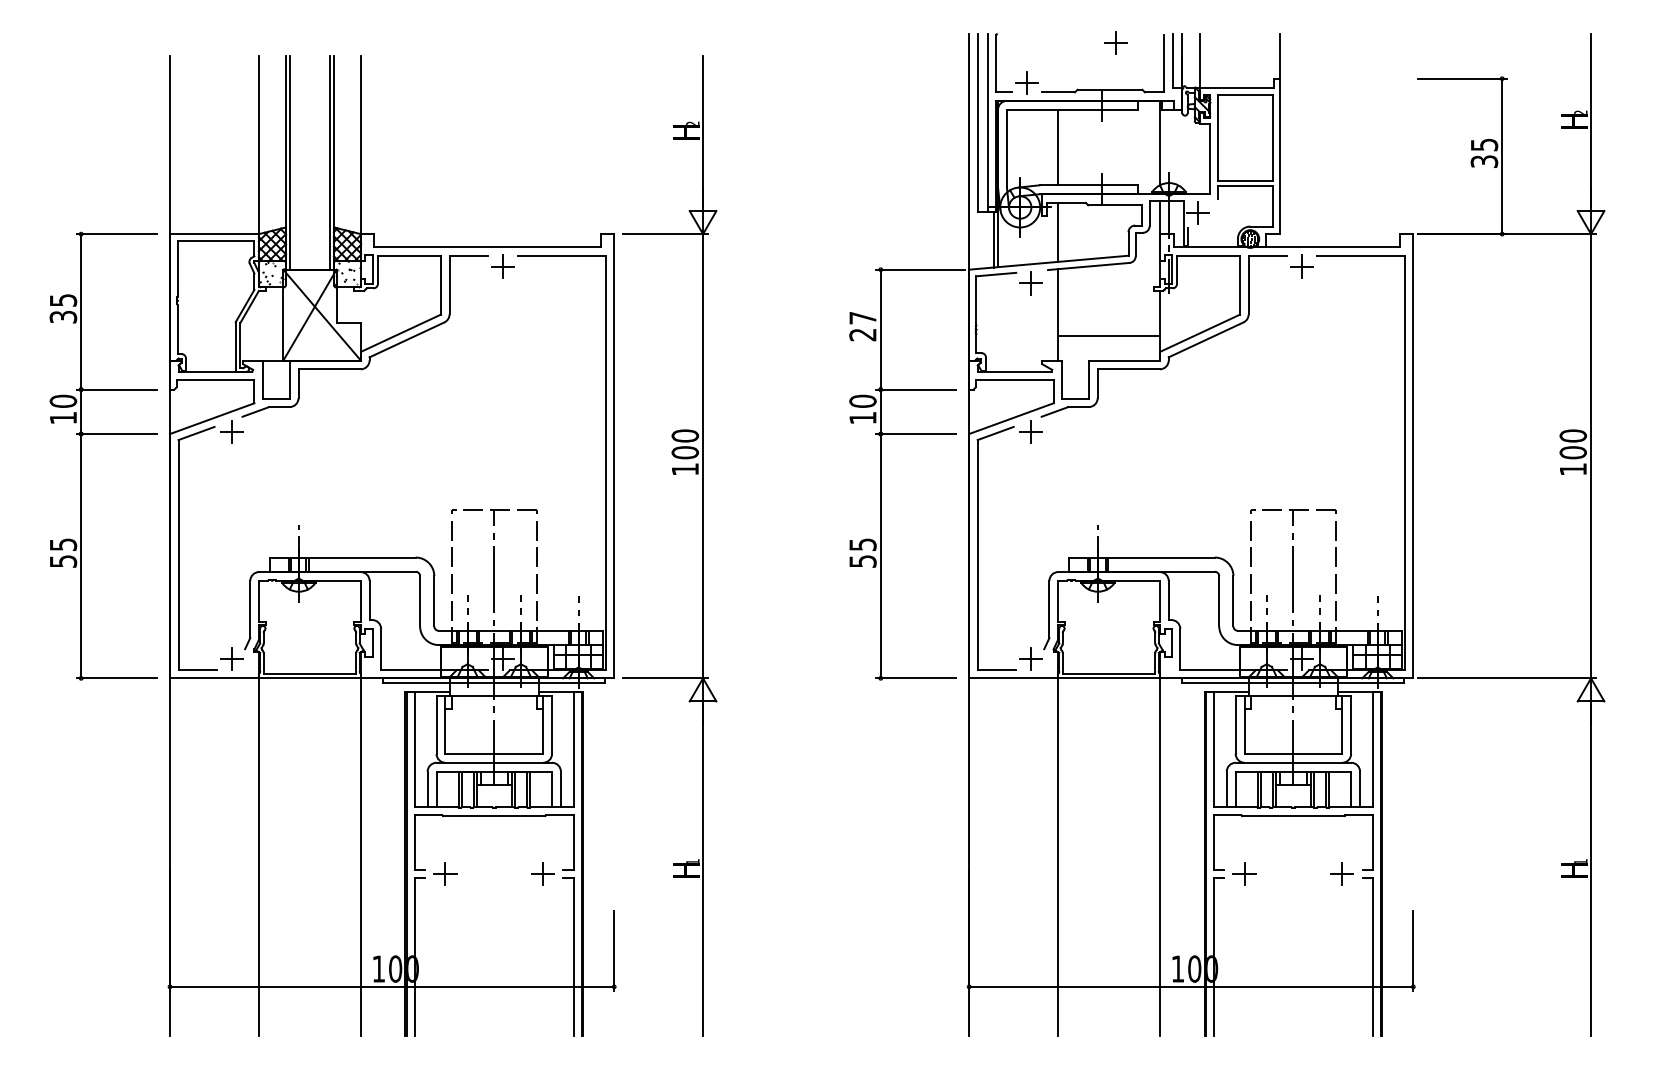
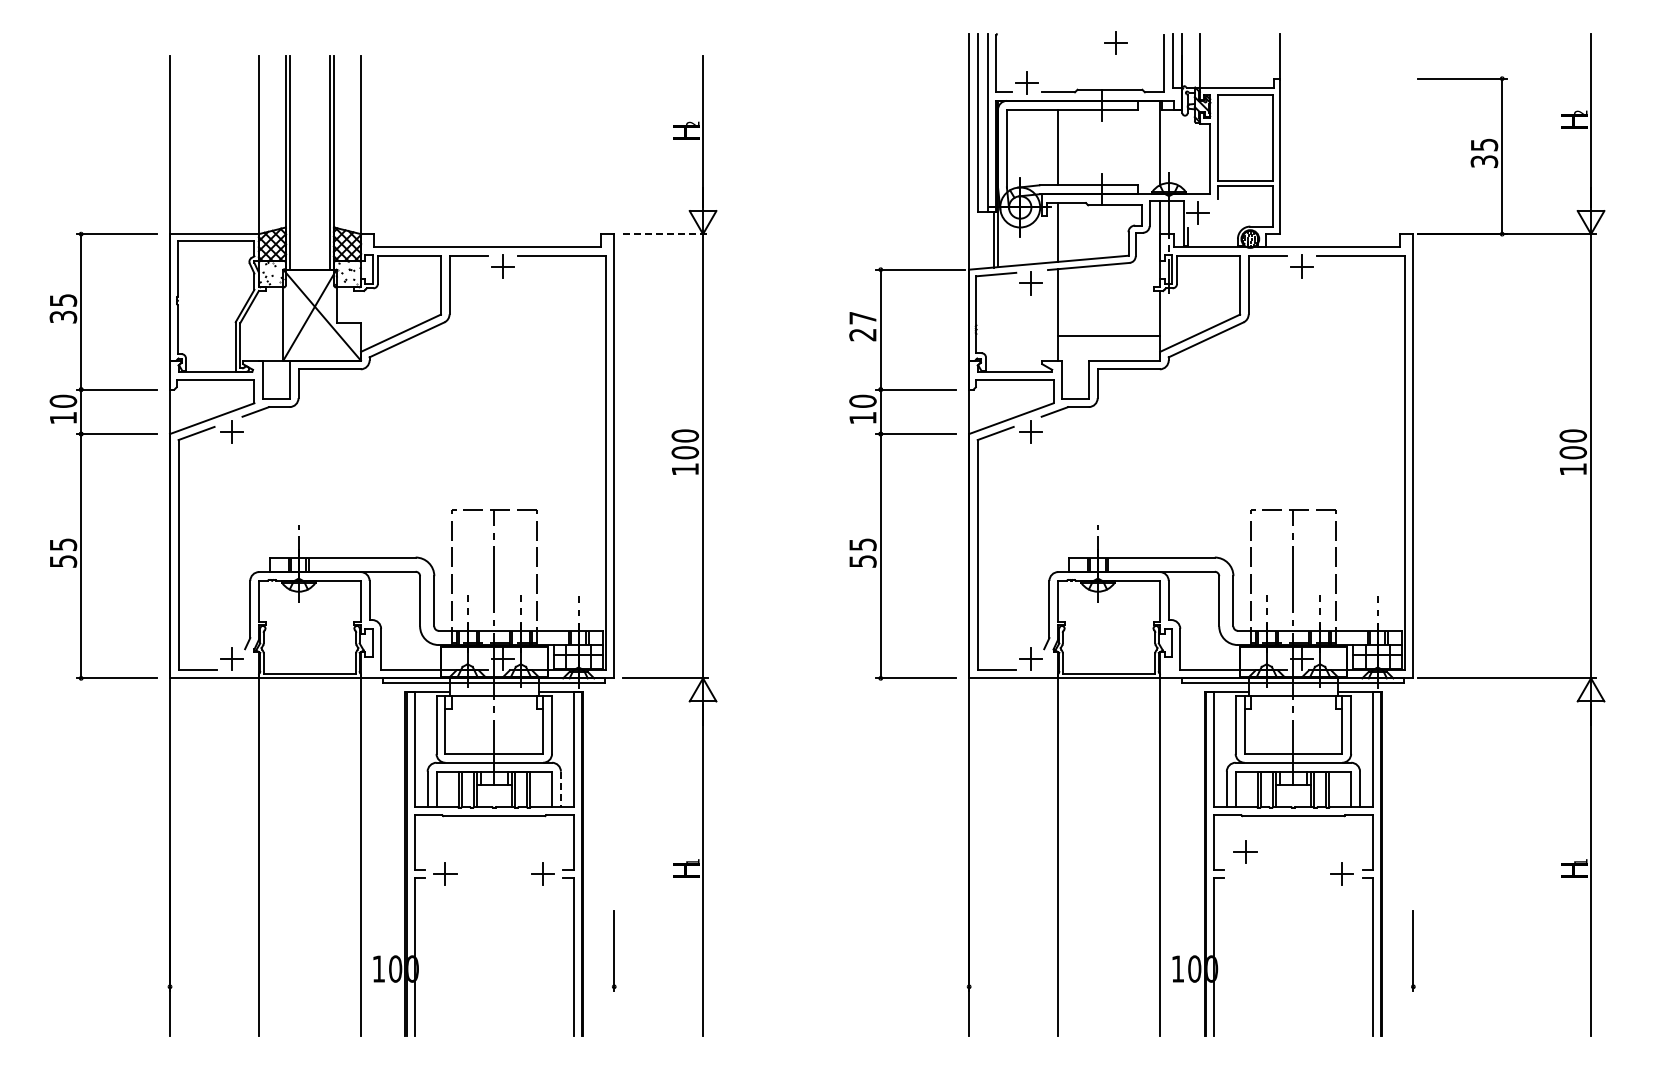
line at (665, 234): solid -> dashed
line at (560, 789): solid -> dashed
part at (1244, 873) position: (1244, 873) -> (1245, 851)
line at (392, 986): present -> none
line at (1191, 986): present -> none
